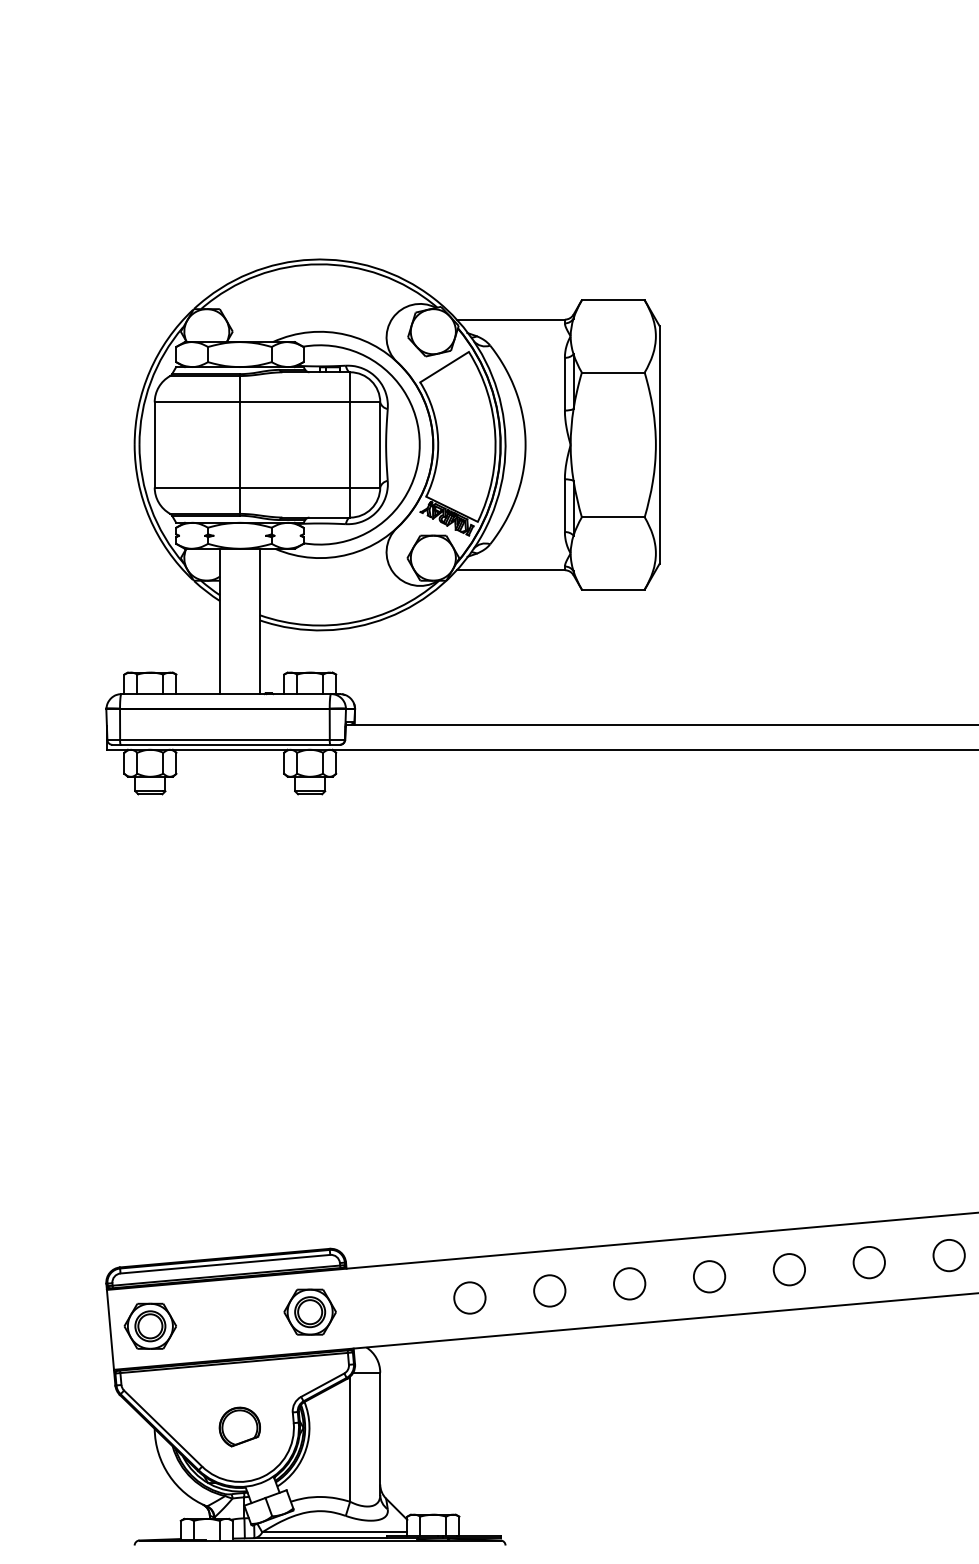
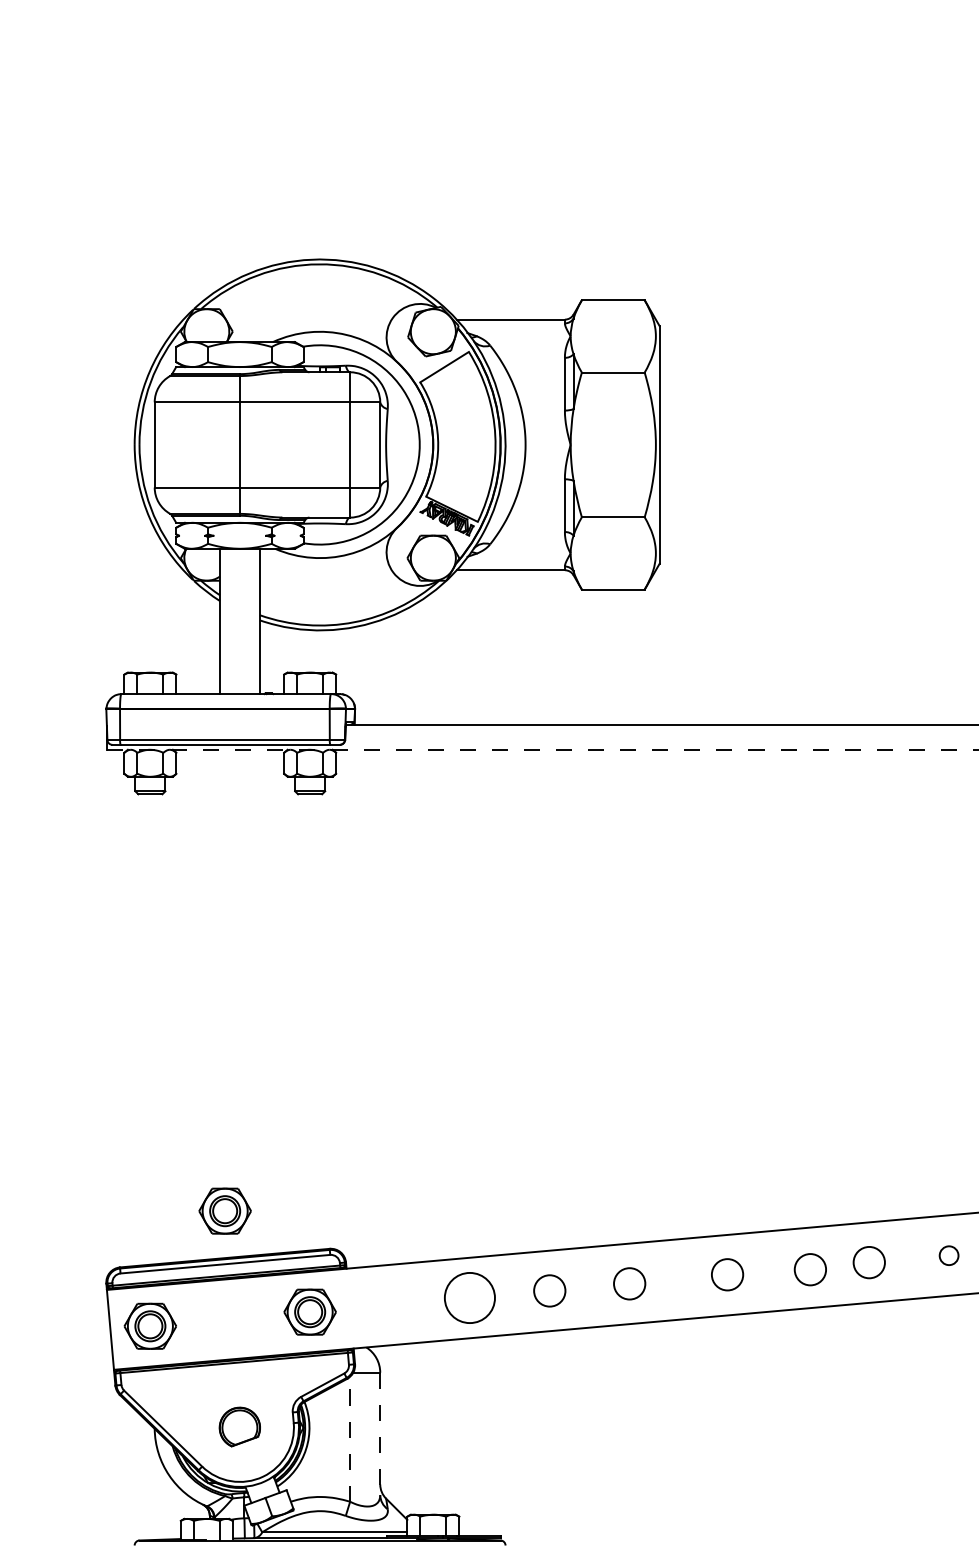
line at (542, 749): solid -> dashed
part at (224, 1210): none -> present
circle at (948, 1255) size: 34x34 px -> 22x21 px
circle at (788, 1269) position: (788, 1269) -> (809, 1269)
circle at (709, 1276) position: (709, 1276) -> (727, 1274)
circle at (469, 1297) diameter: 31 px -> 50 px
line at (380, 1434): solid -> dashed
line at (350, 1439): solid -> dashed
